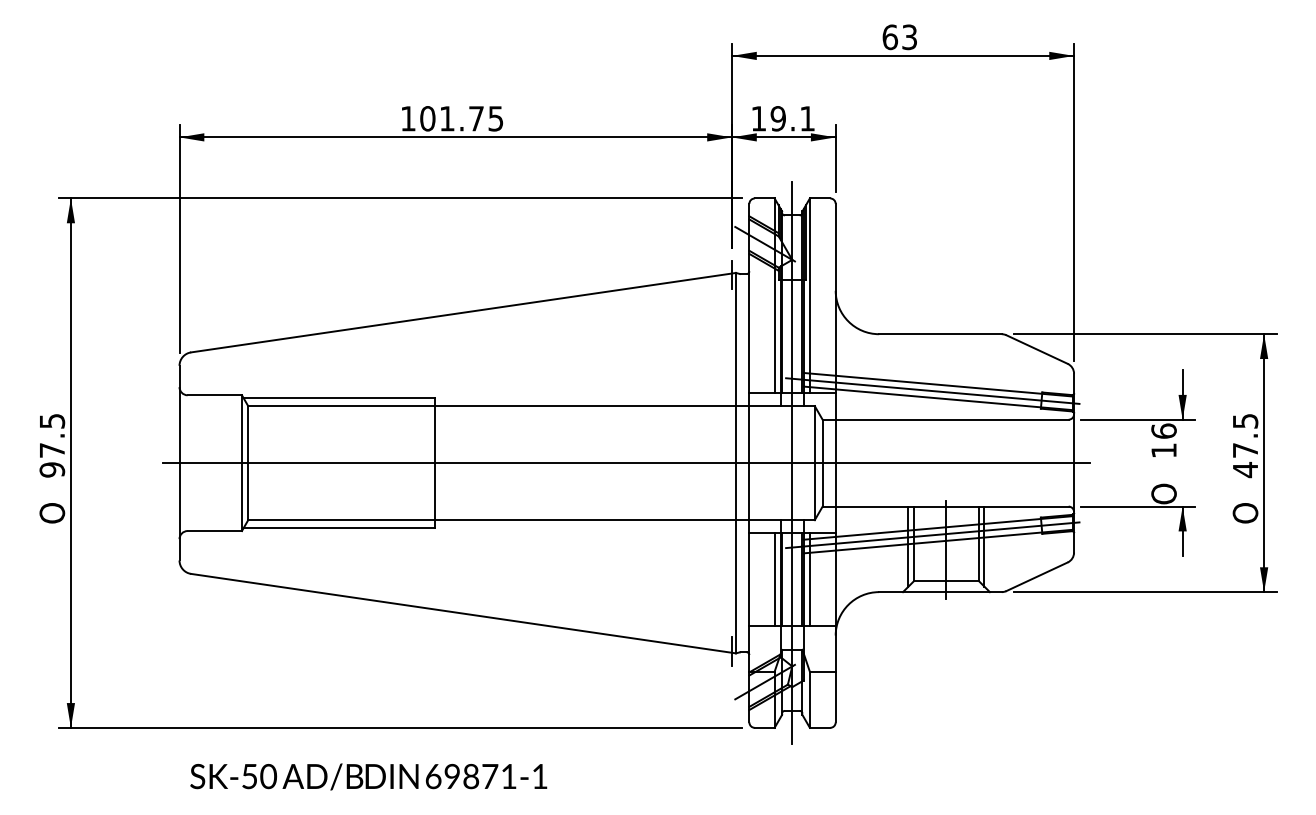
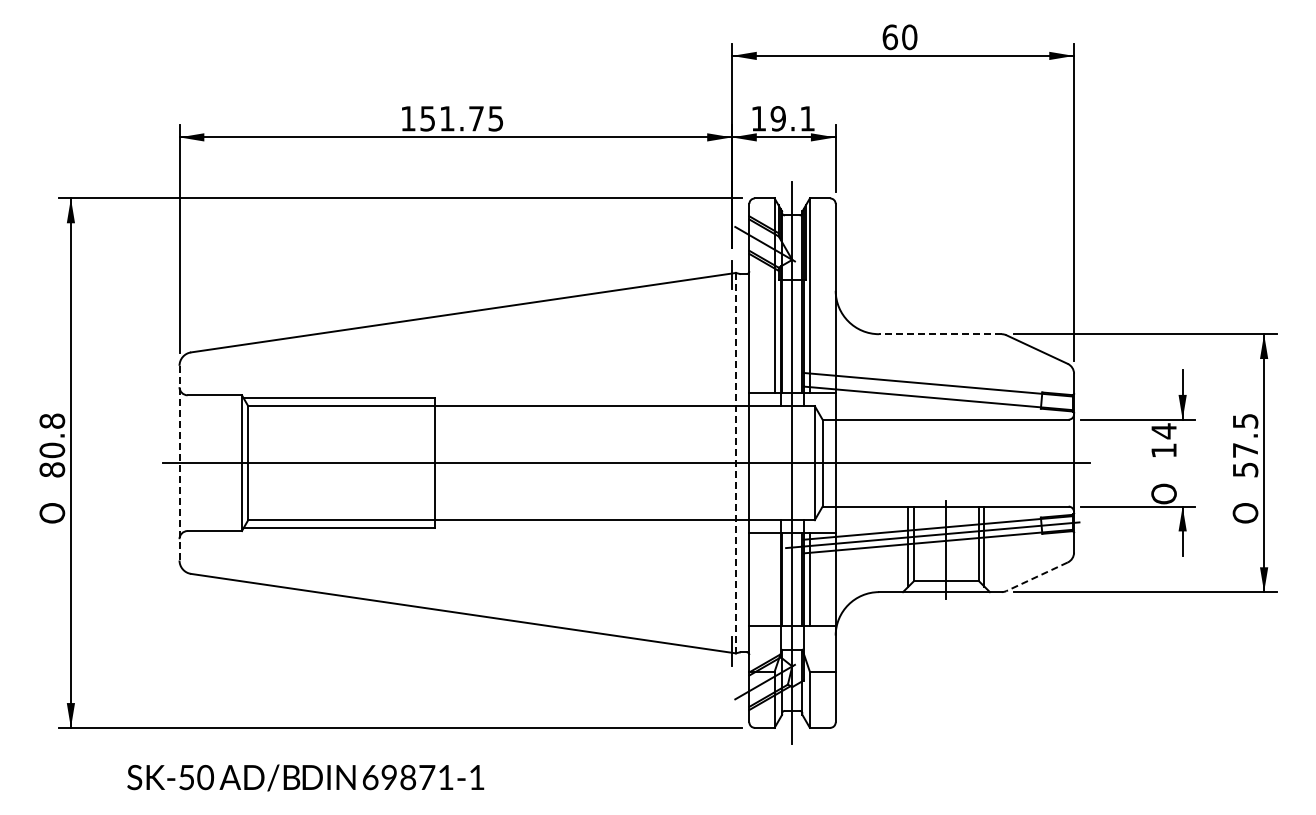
text at (909, 37): 63 -> 60
text at (427, 118): 101.75 -> 151.75
line at (939, 334): solid -> dashed
line at (932, 390): present -> none
text at (1163, 431): 16 -> 14
text at (52, 445): 97.5 -> 80.8
line at (179, 463): solid -> dashed
line at (735, 463): solid -> dashed
text at (1245, 470): 47.5 -> 57.5
line at (1037, 576): solid -> dashed
line at (774, 579): present -> none
text at (368, 776) position: (368, 776) -> (305, 777)
